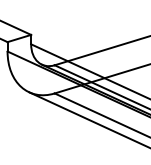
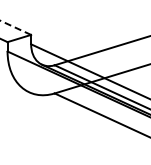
line at (15, 27): solid -> dashed
line at (88, 119): present -> none
